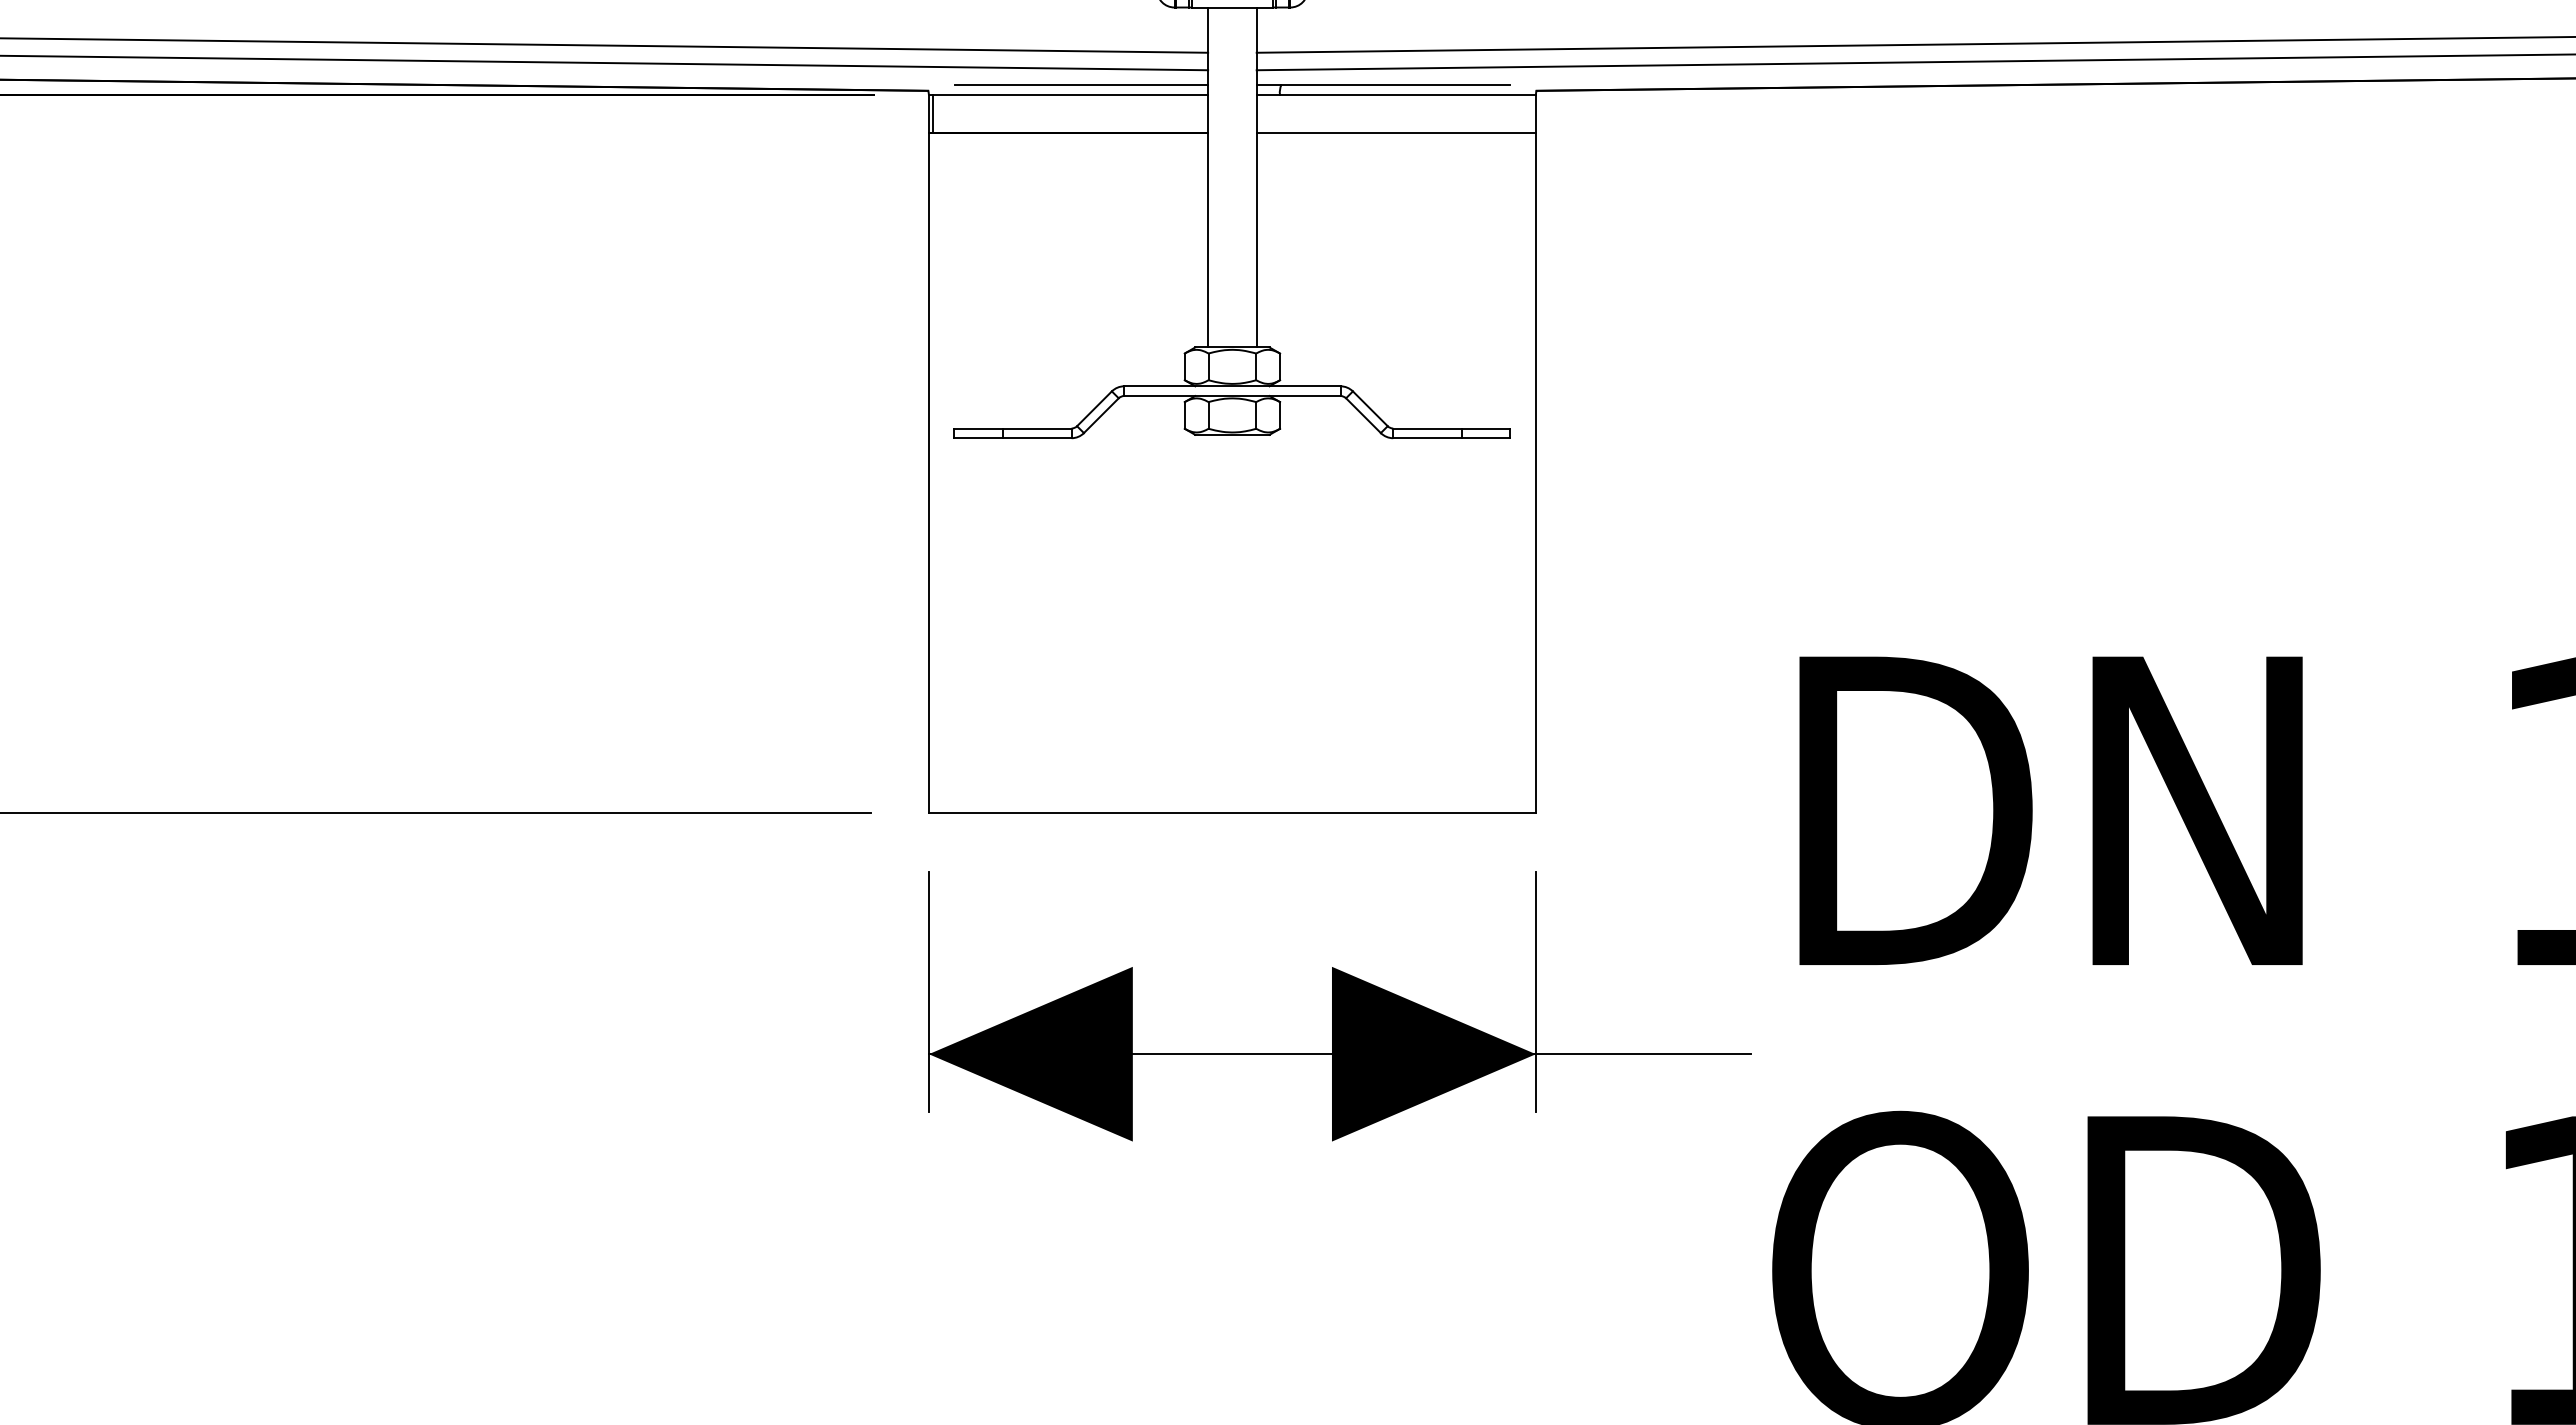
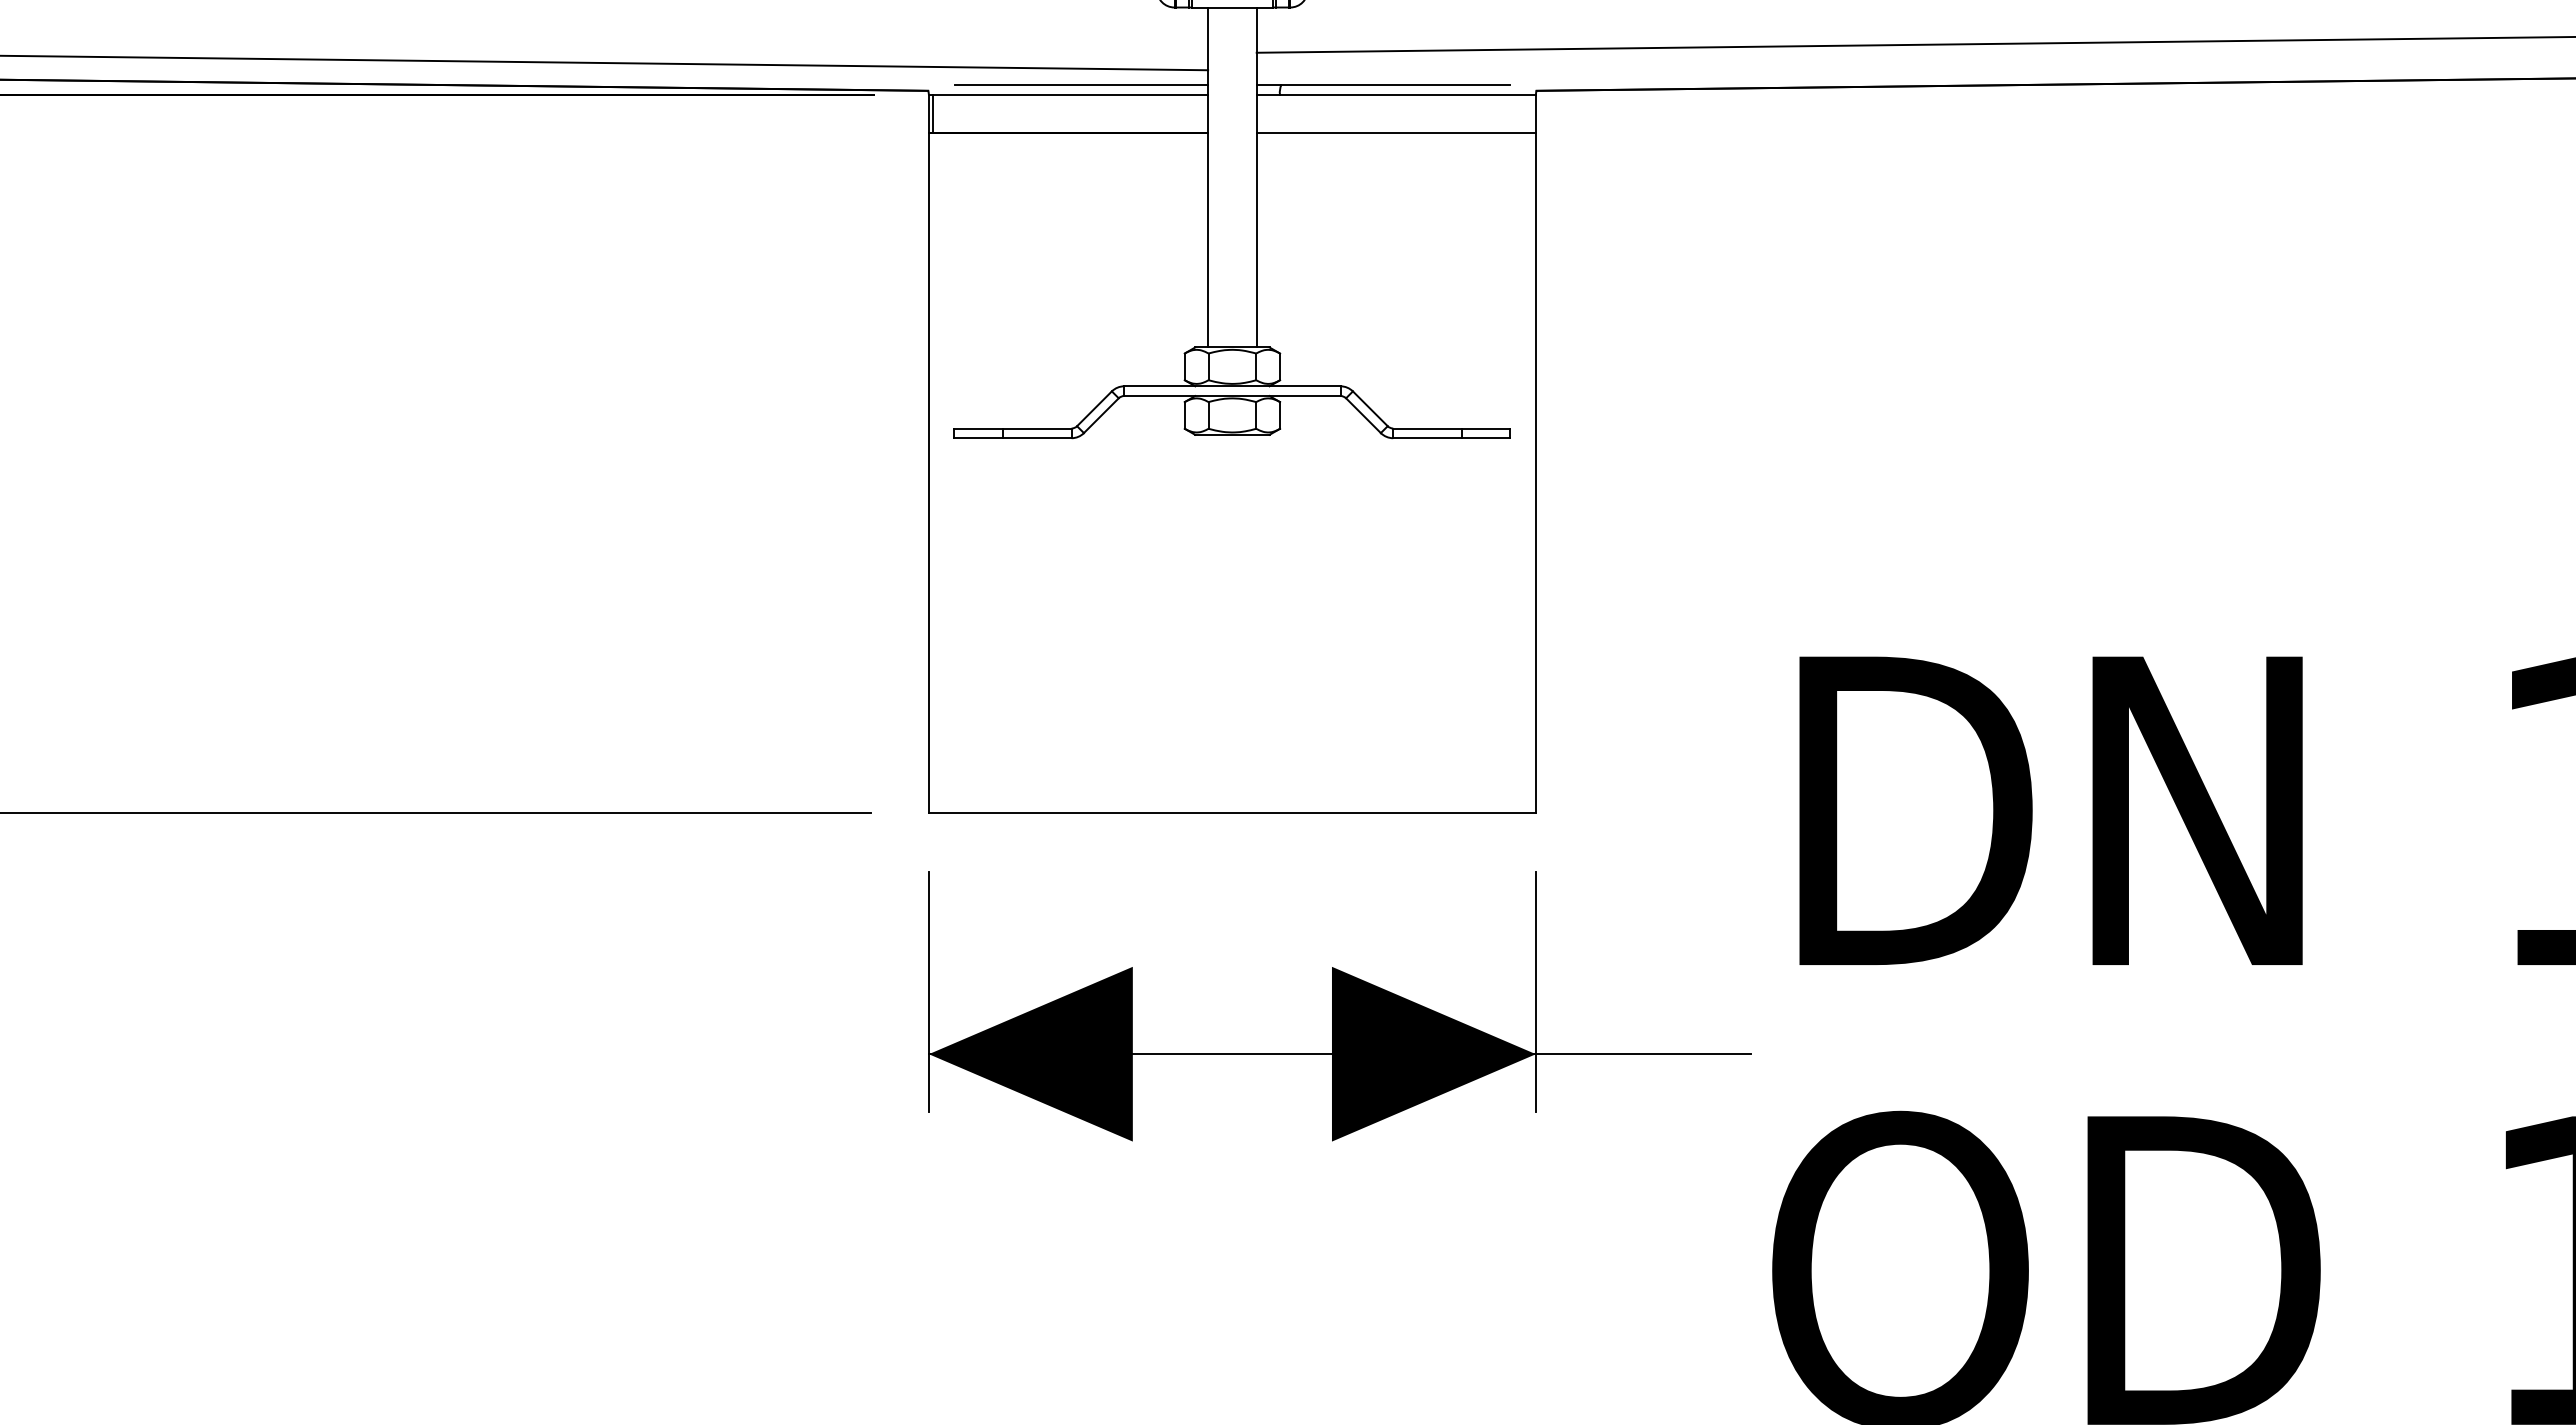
line at (605, 45): present -> none
line at (1914, 62): present -> none
